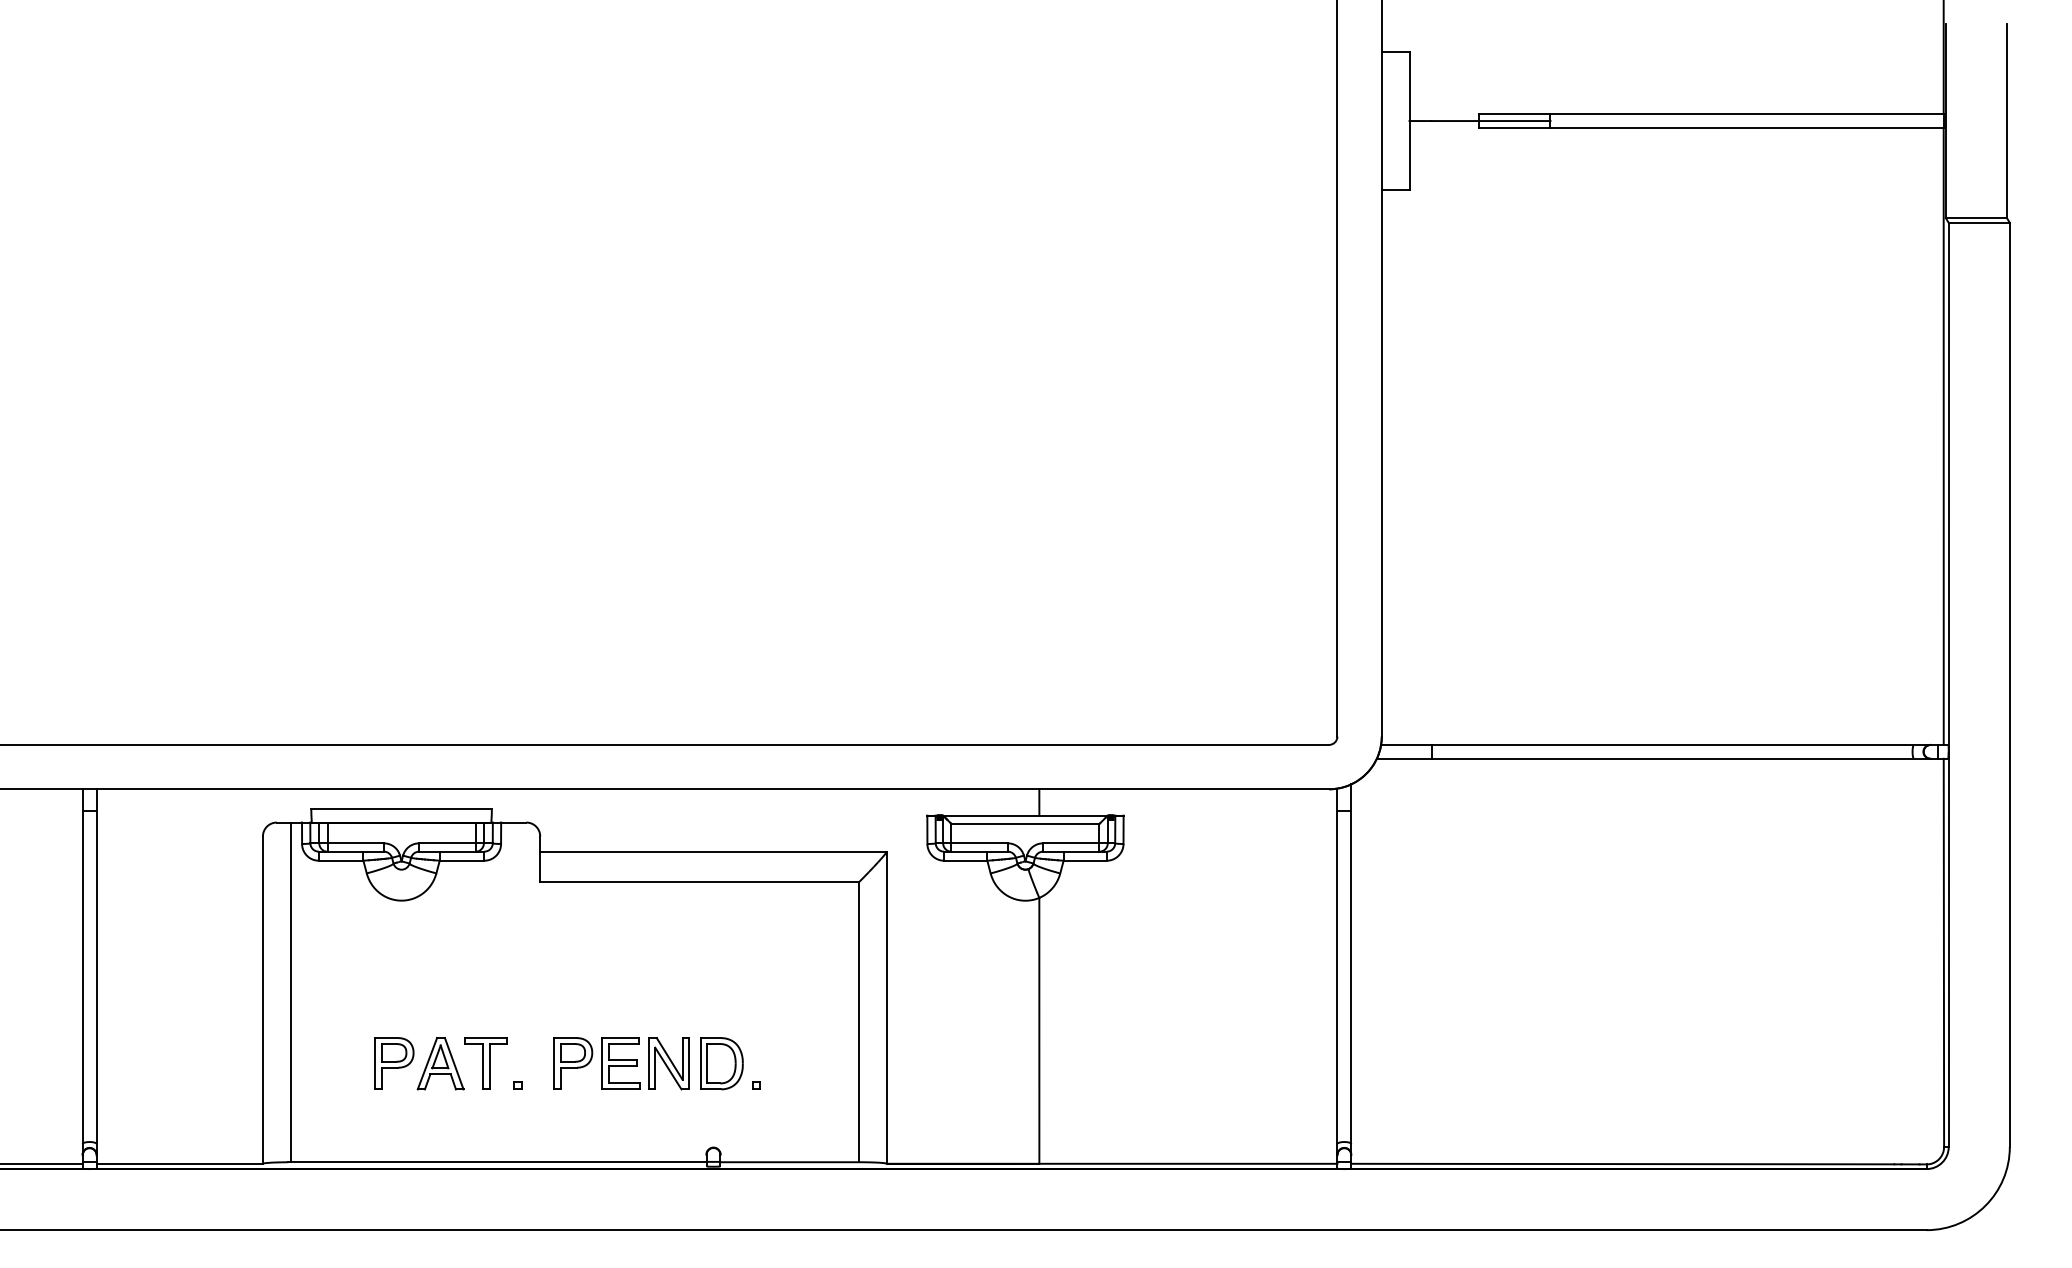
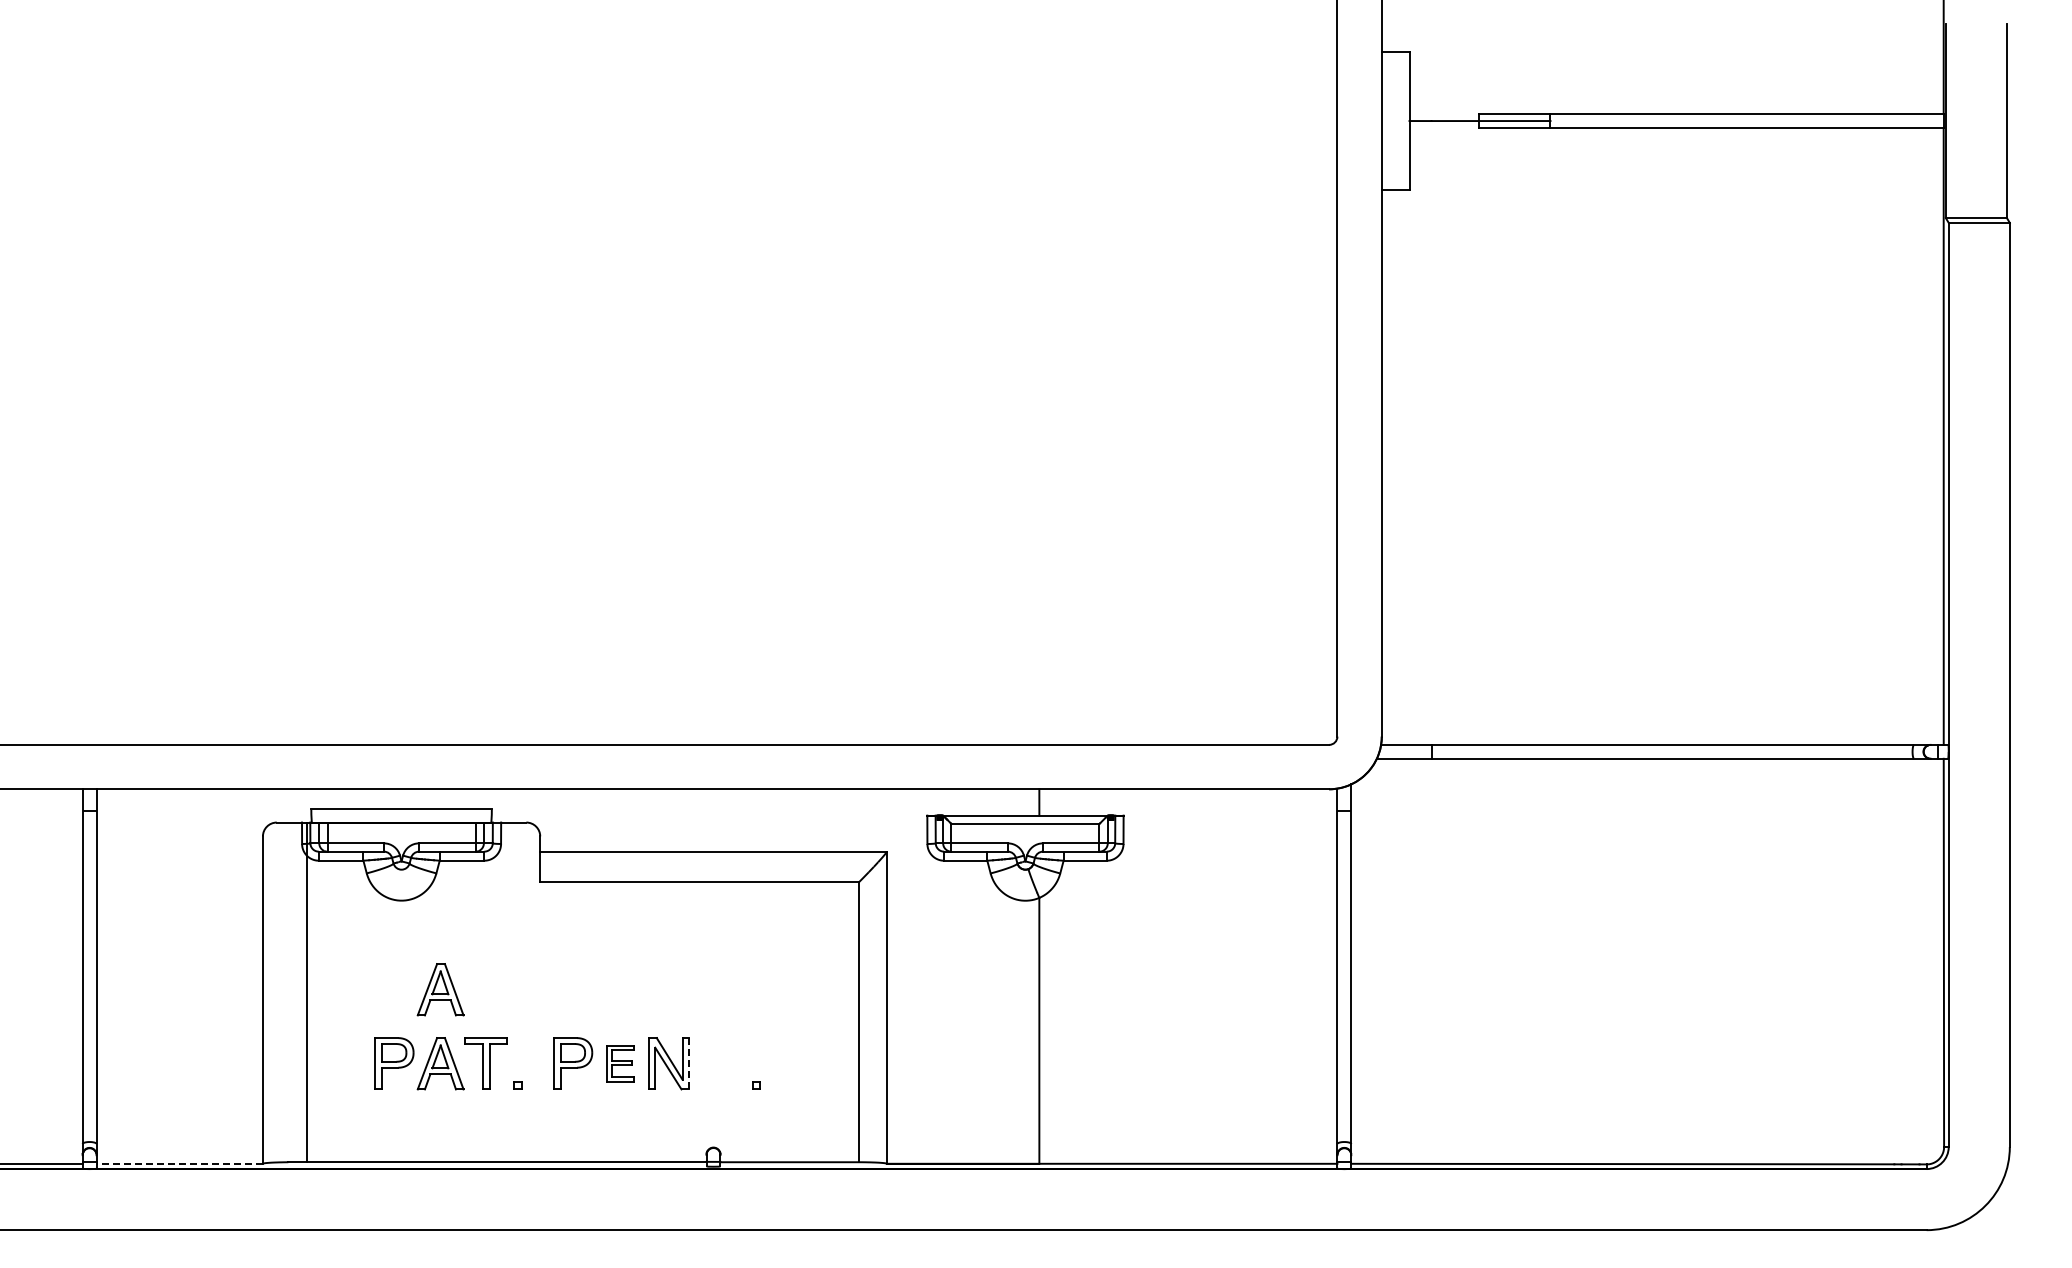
part at (440, 989): none -> present
line at (290, 992) position: (290, 992) -> (306, 992)
part at (620, 1063) size: 40x53 px -> 29x38 px
line at (689, 1063): solid -> dashed
part at (721, 1063): present -> none
line at (179, 1163): solid -> dashed
